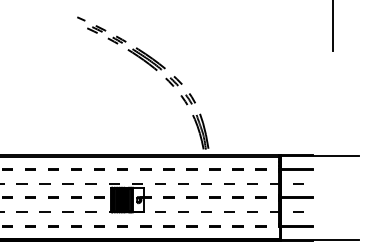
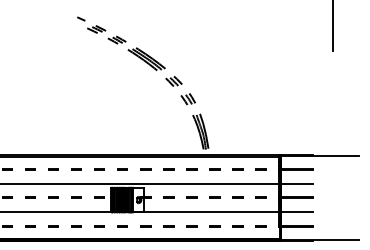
line at (156, 183): dashed -> solid
line at (156, 212): dashed -> solid
